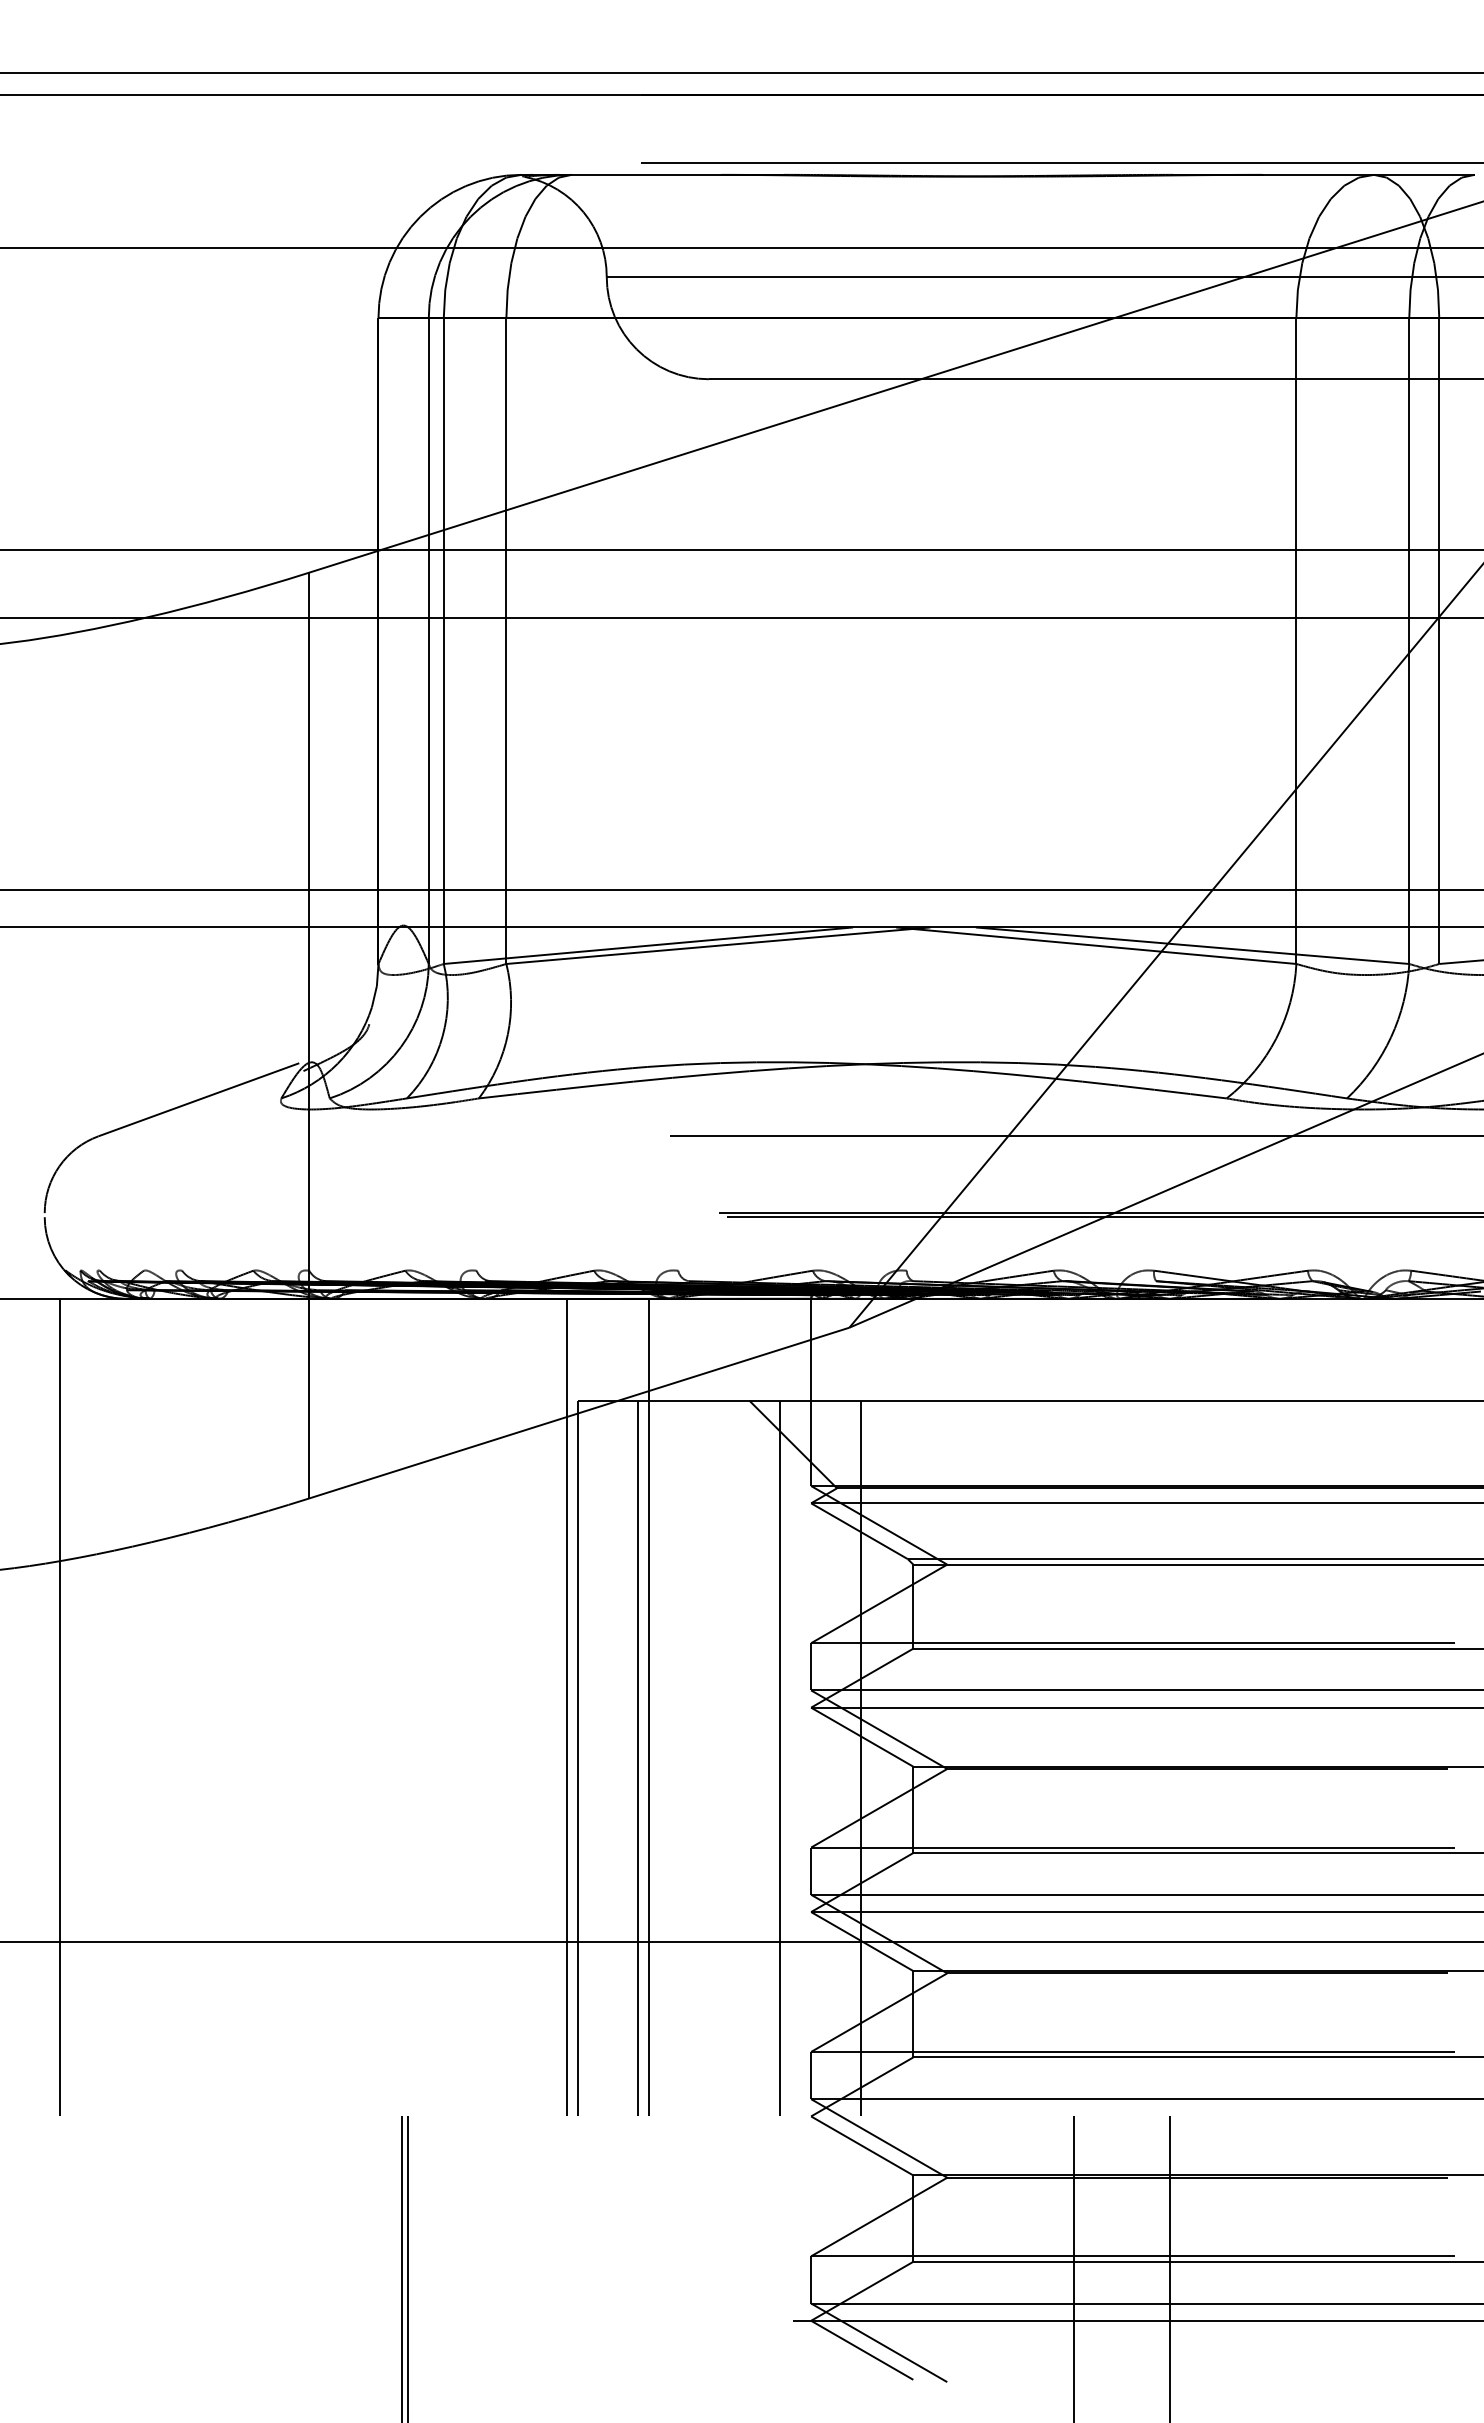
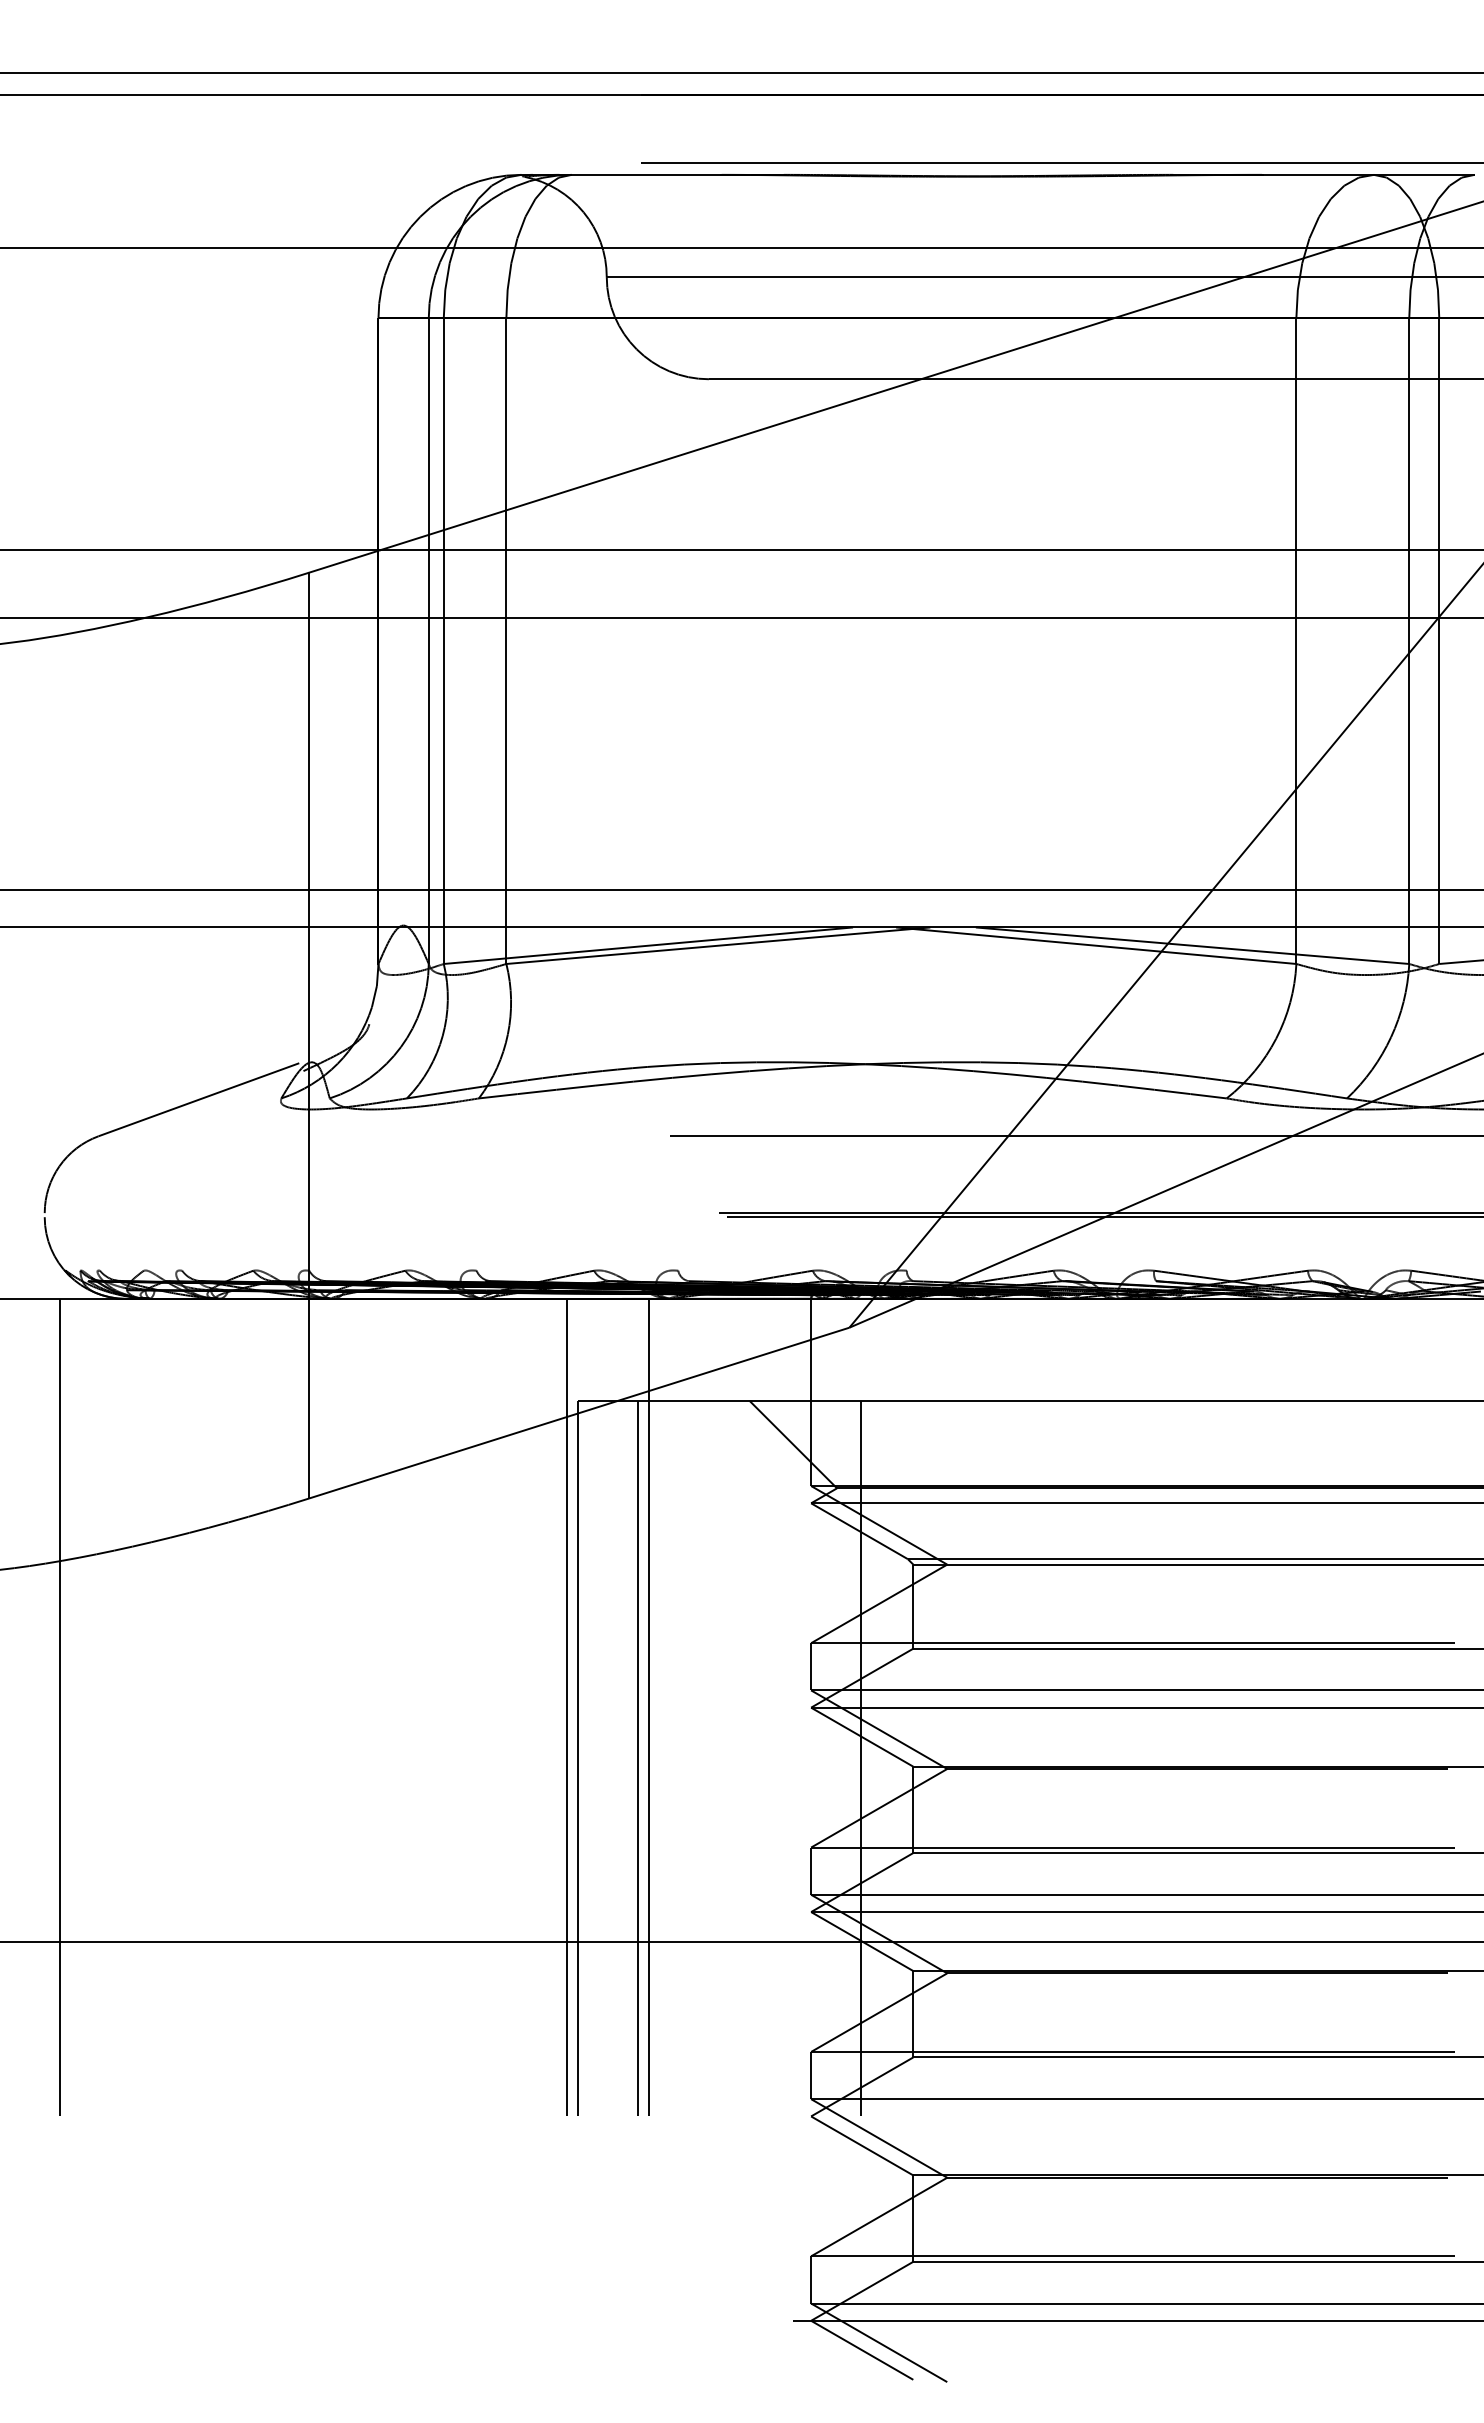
line at (779, 1758): present -> none
line at (402, 2267): present -> none
line at (407, 2267): present -> none
line at (1074, 2267): present -> none
line at (1170, 2267): present -> none
